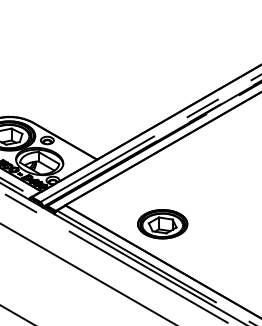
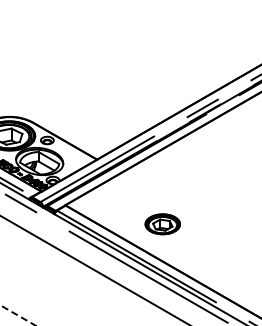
part at (162, 224) size: 52x31 px -> 37x23 px
line at (87, 273) position: (87, 273) -> (93, 269)
line at (18, 315): solid -> dashed
